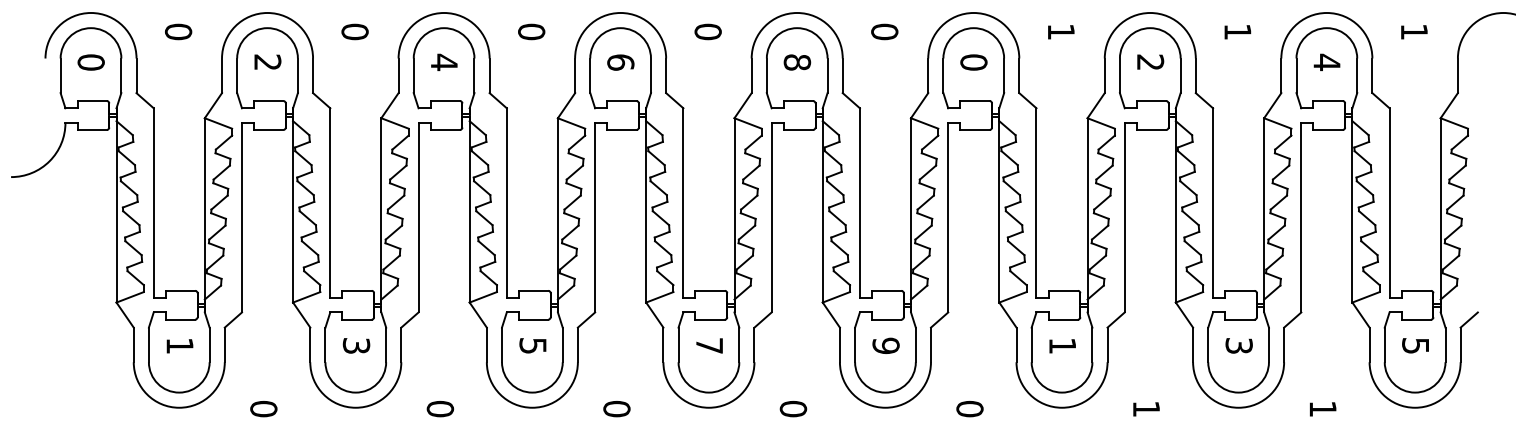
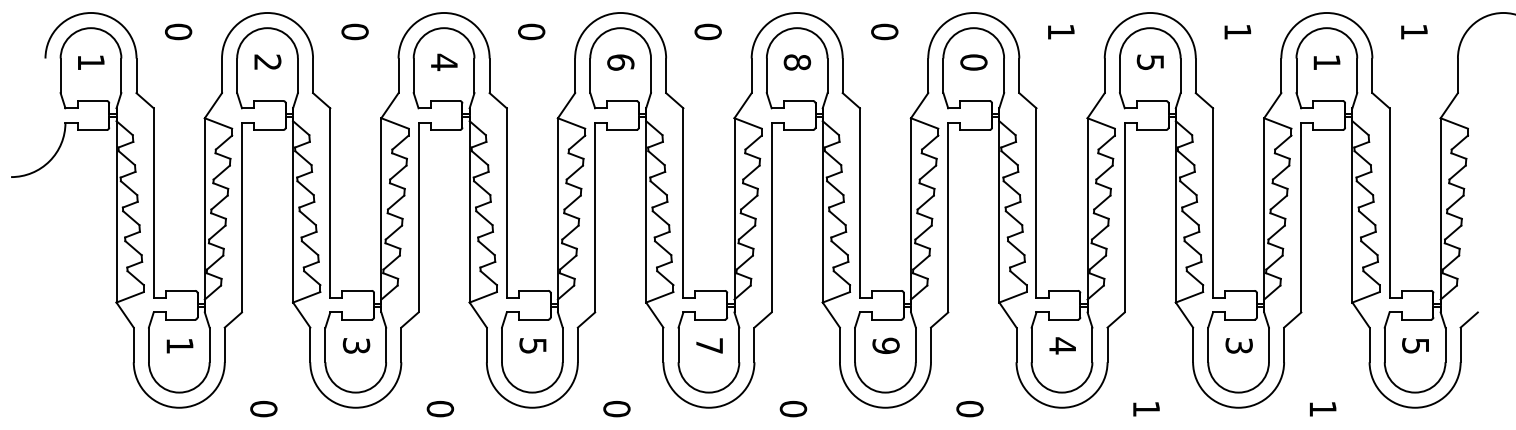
text at (1150, 61): 2 -> 5
text at (90, 62): 0 -> 1
text at (1326, 62): 4 -> 1
text at (1062, 345): 1 -> 4
